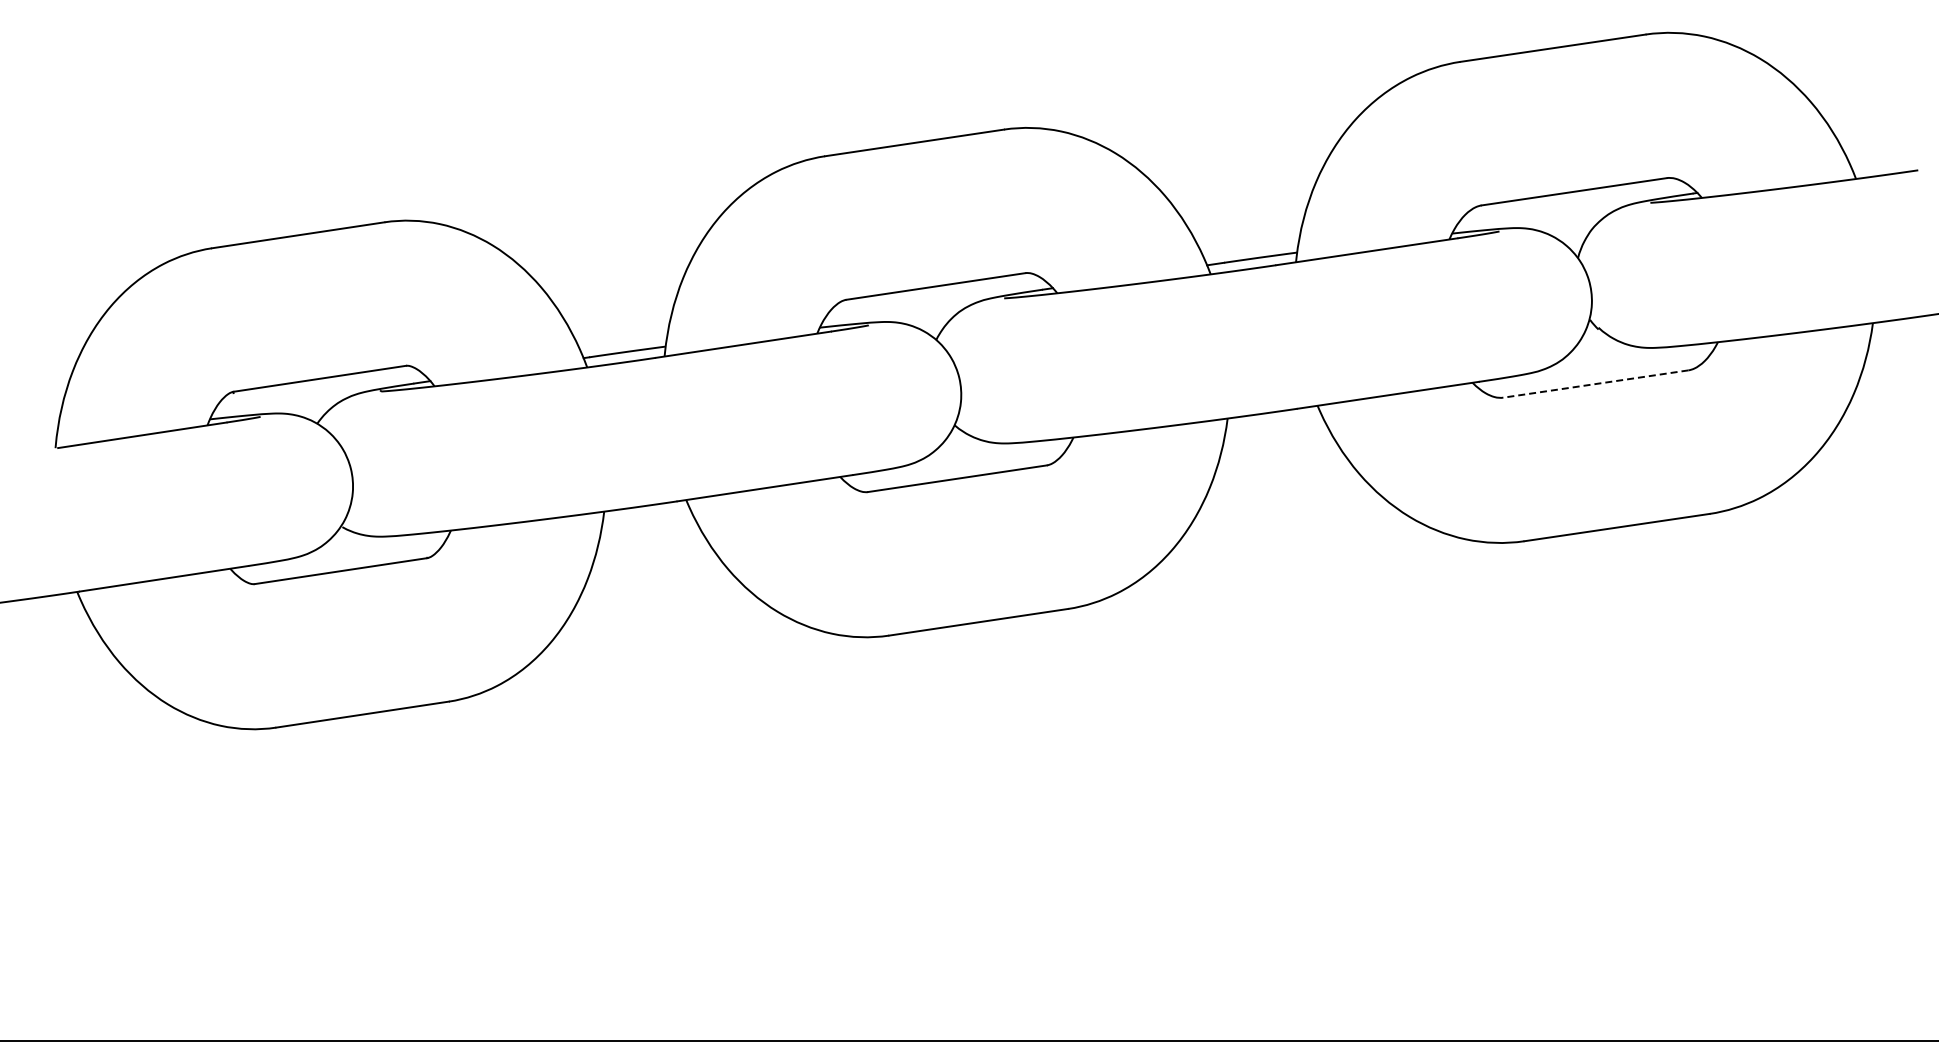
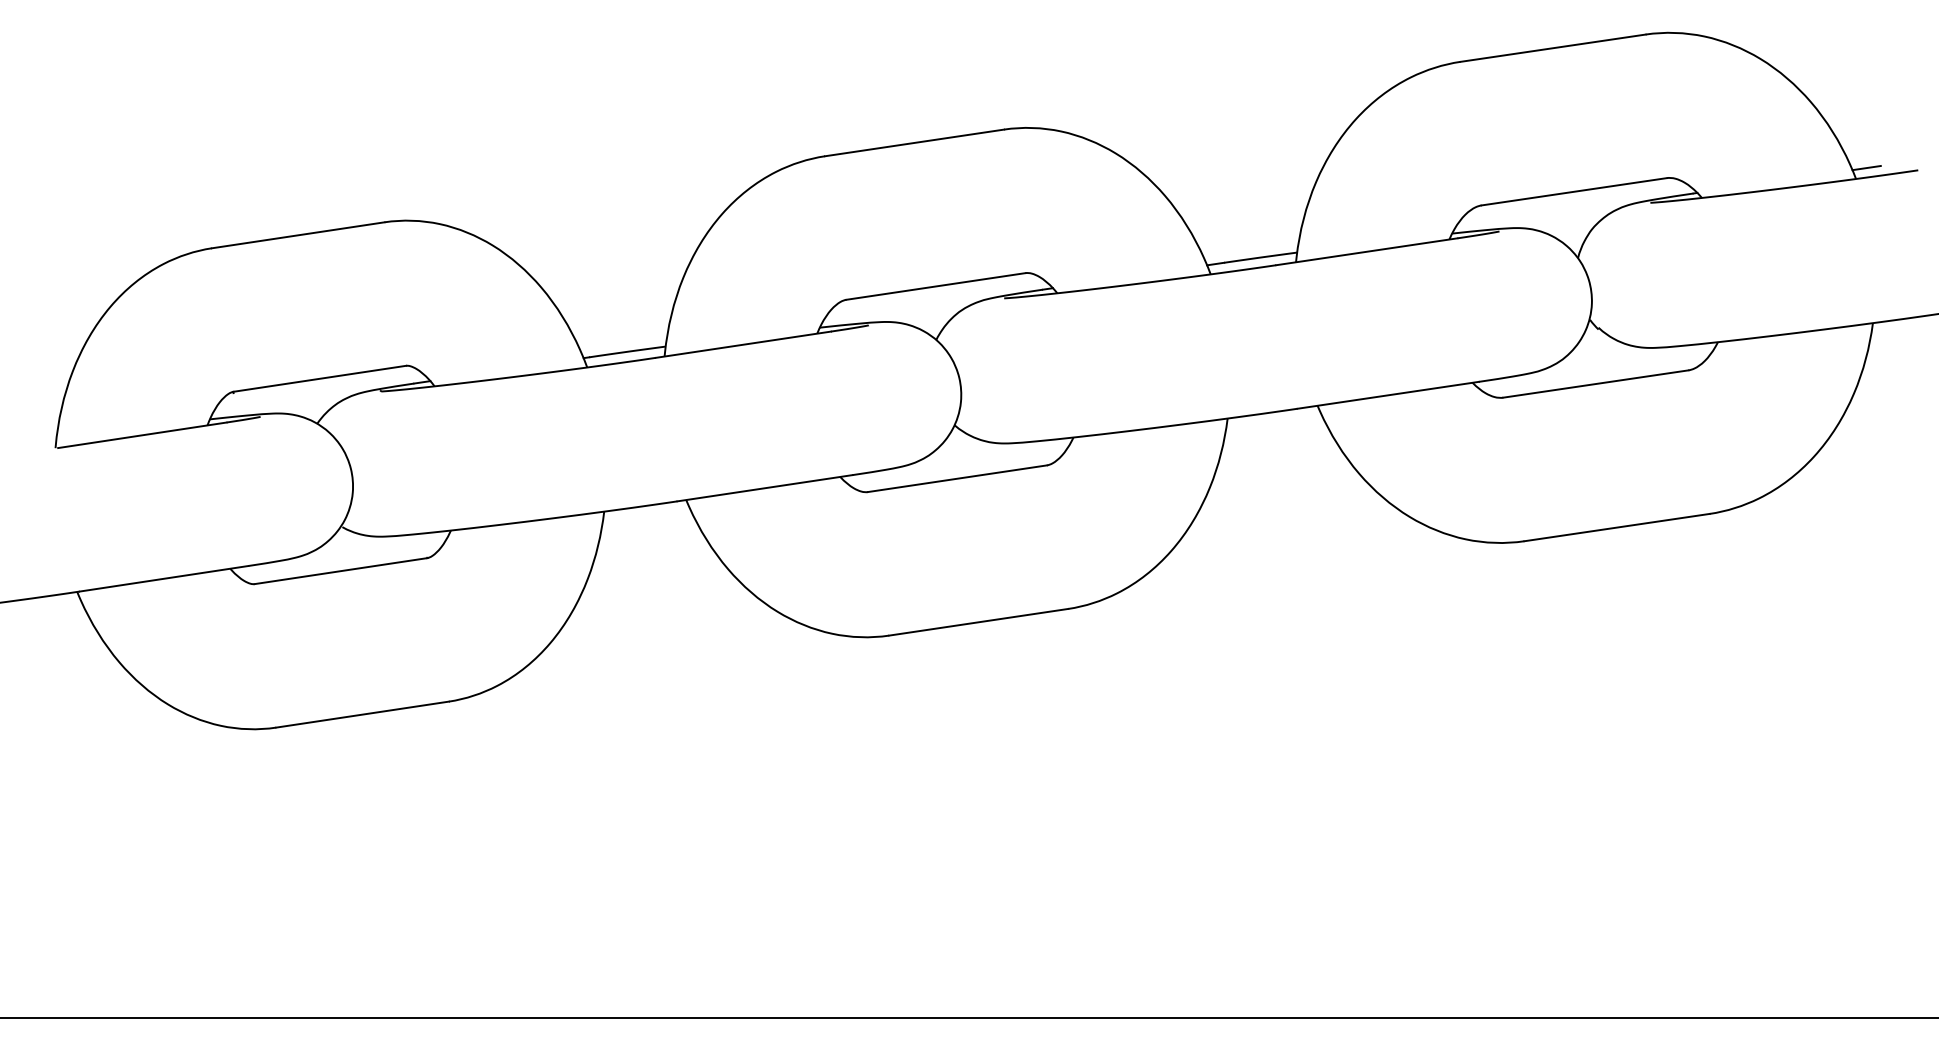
line at (1866, 168): none -> present
line at (1595, 384): dashed -> solid
line at (968, 1041) position: (968, 1041) -> (968, 1018)
